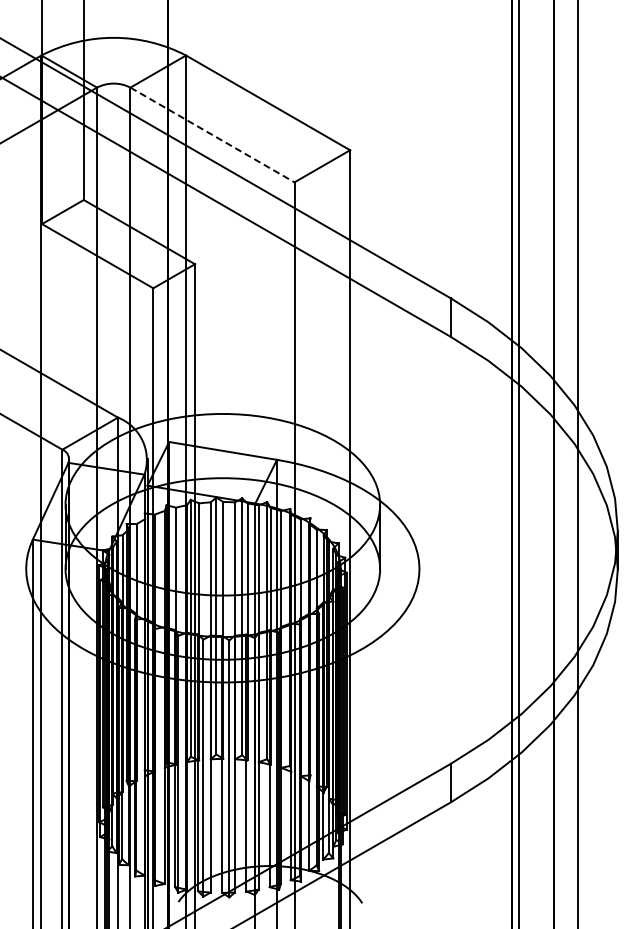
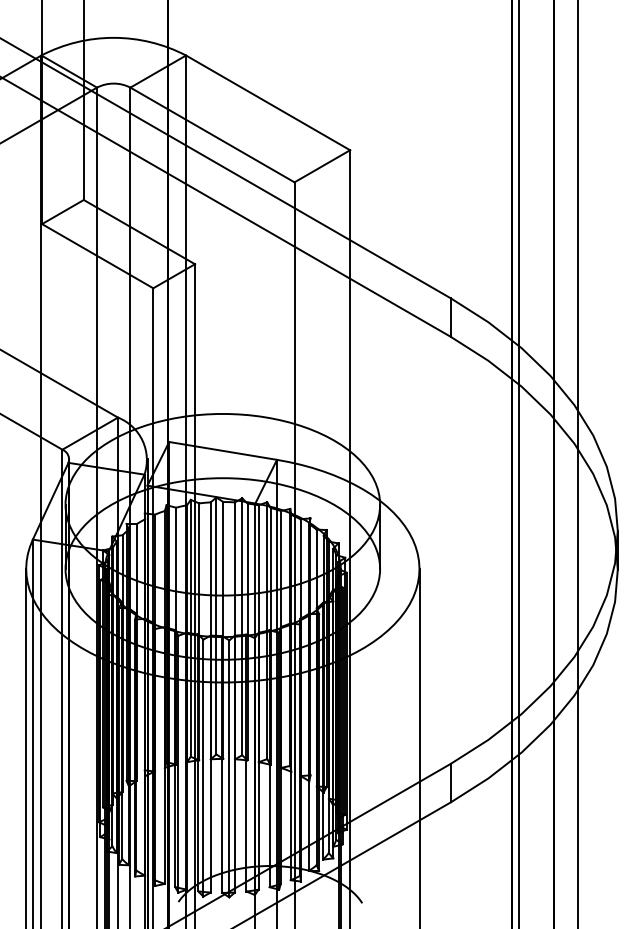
line at (212, 134): dashed -> solid
line at (26, 747): none -> present
line at (419, 747): none -> present
